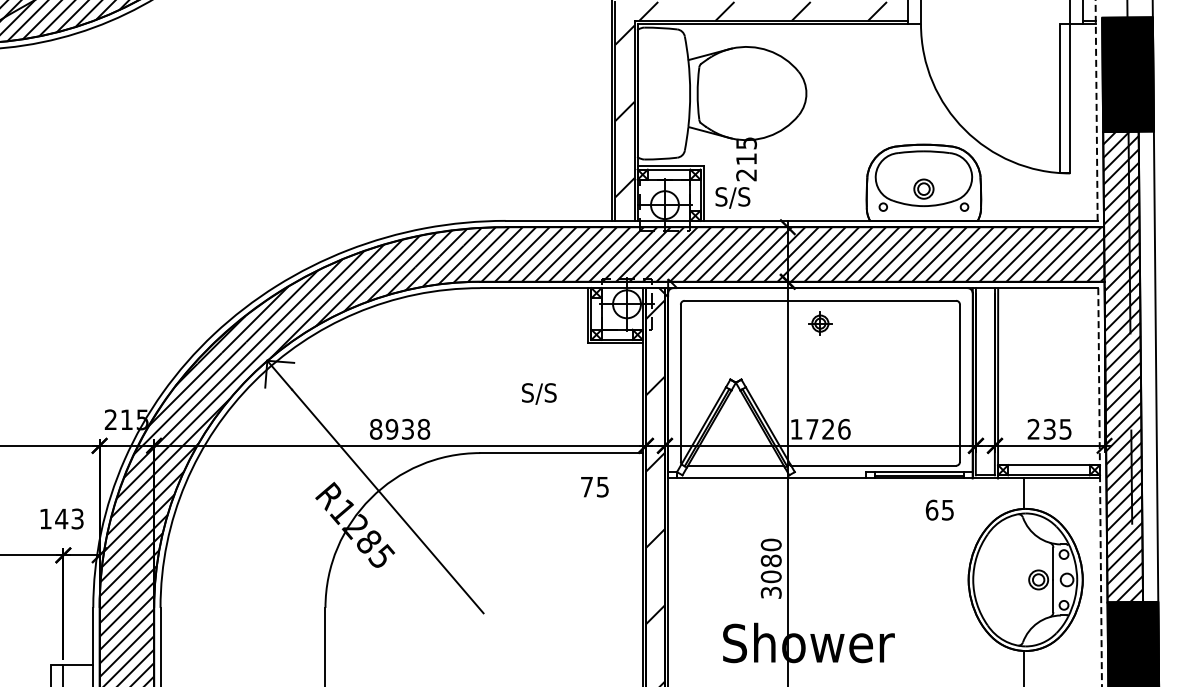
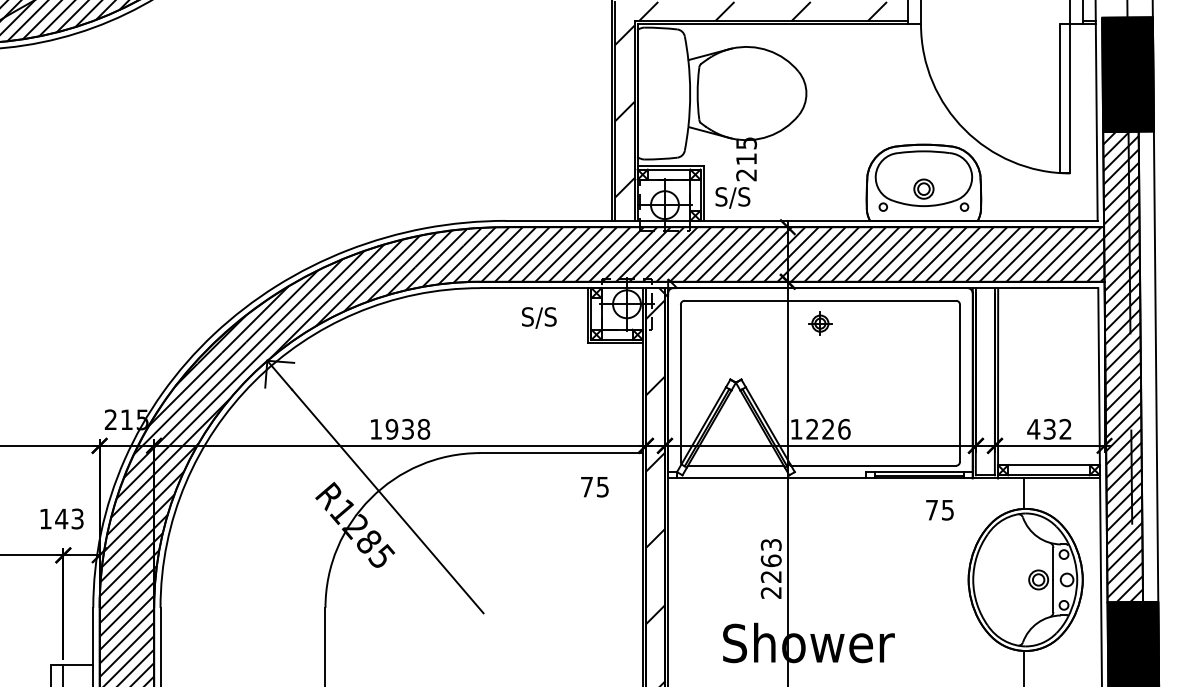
line at (1096, 109): dashed -> solid
text at (539, 393) position: (539, 393) -> (539, 317)
text at (376, 428): 8938 -> 1938
text at (812, 428): 1726 -> 1226
text at (1049, 428): 235 -> 432
line at (1100, 487): dashed -> solid
text at (931, 509): 65 -> 75
text at (770, 568): 3080 -> 2263
